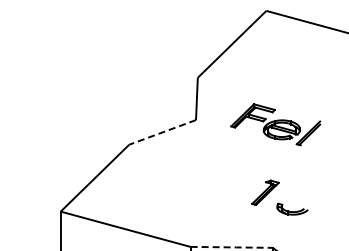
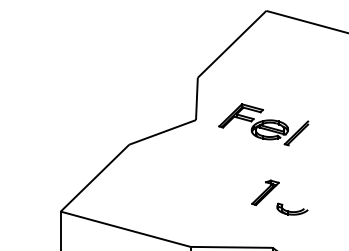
part at (275, 124) position: (275, 124) -> (263, 124)
line at (161, 132): dashed -> solid
line at (232, 247): dashed -> solid
